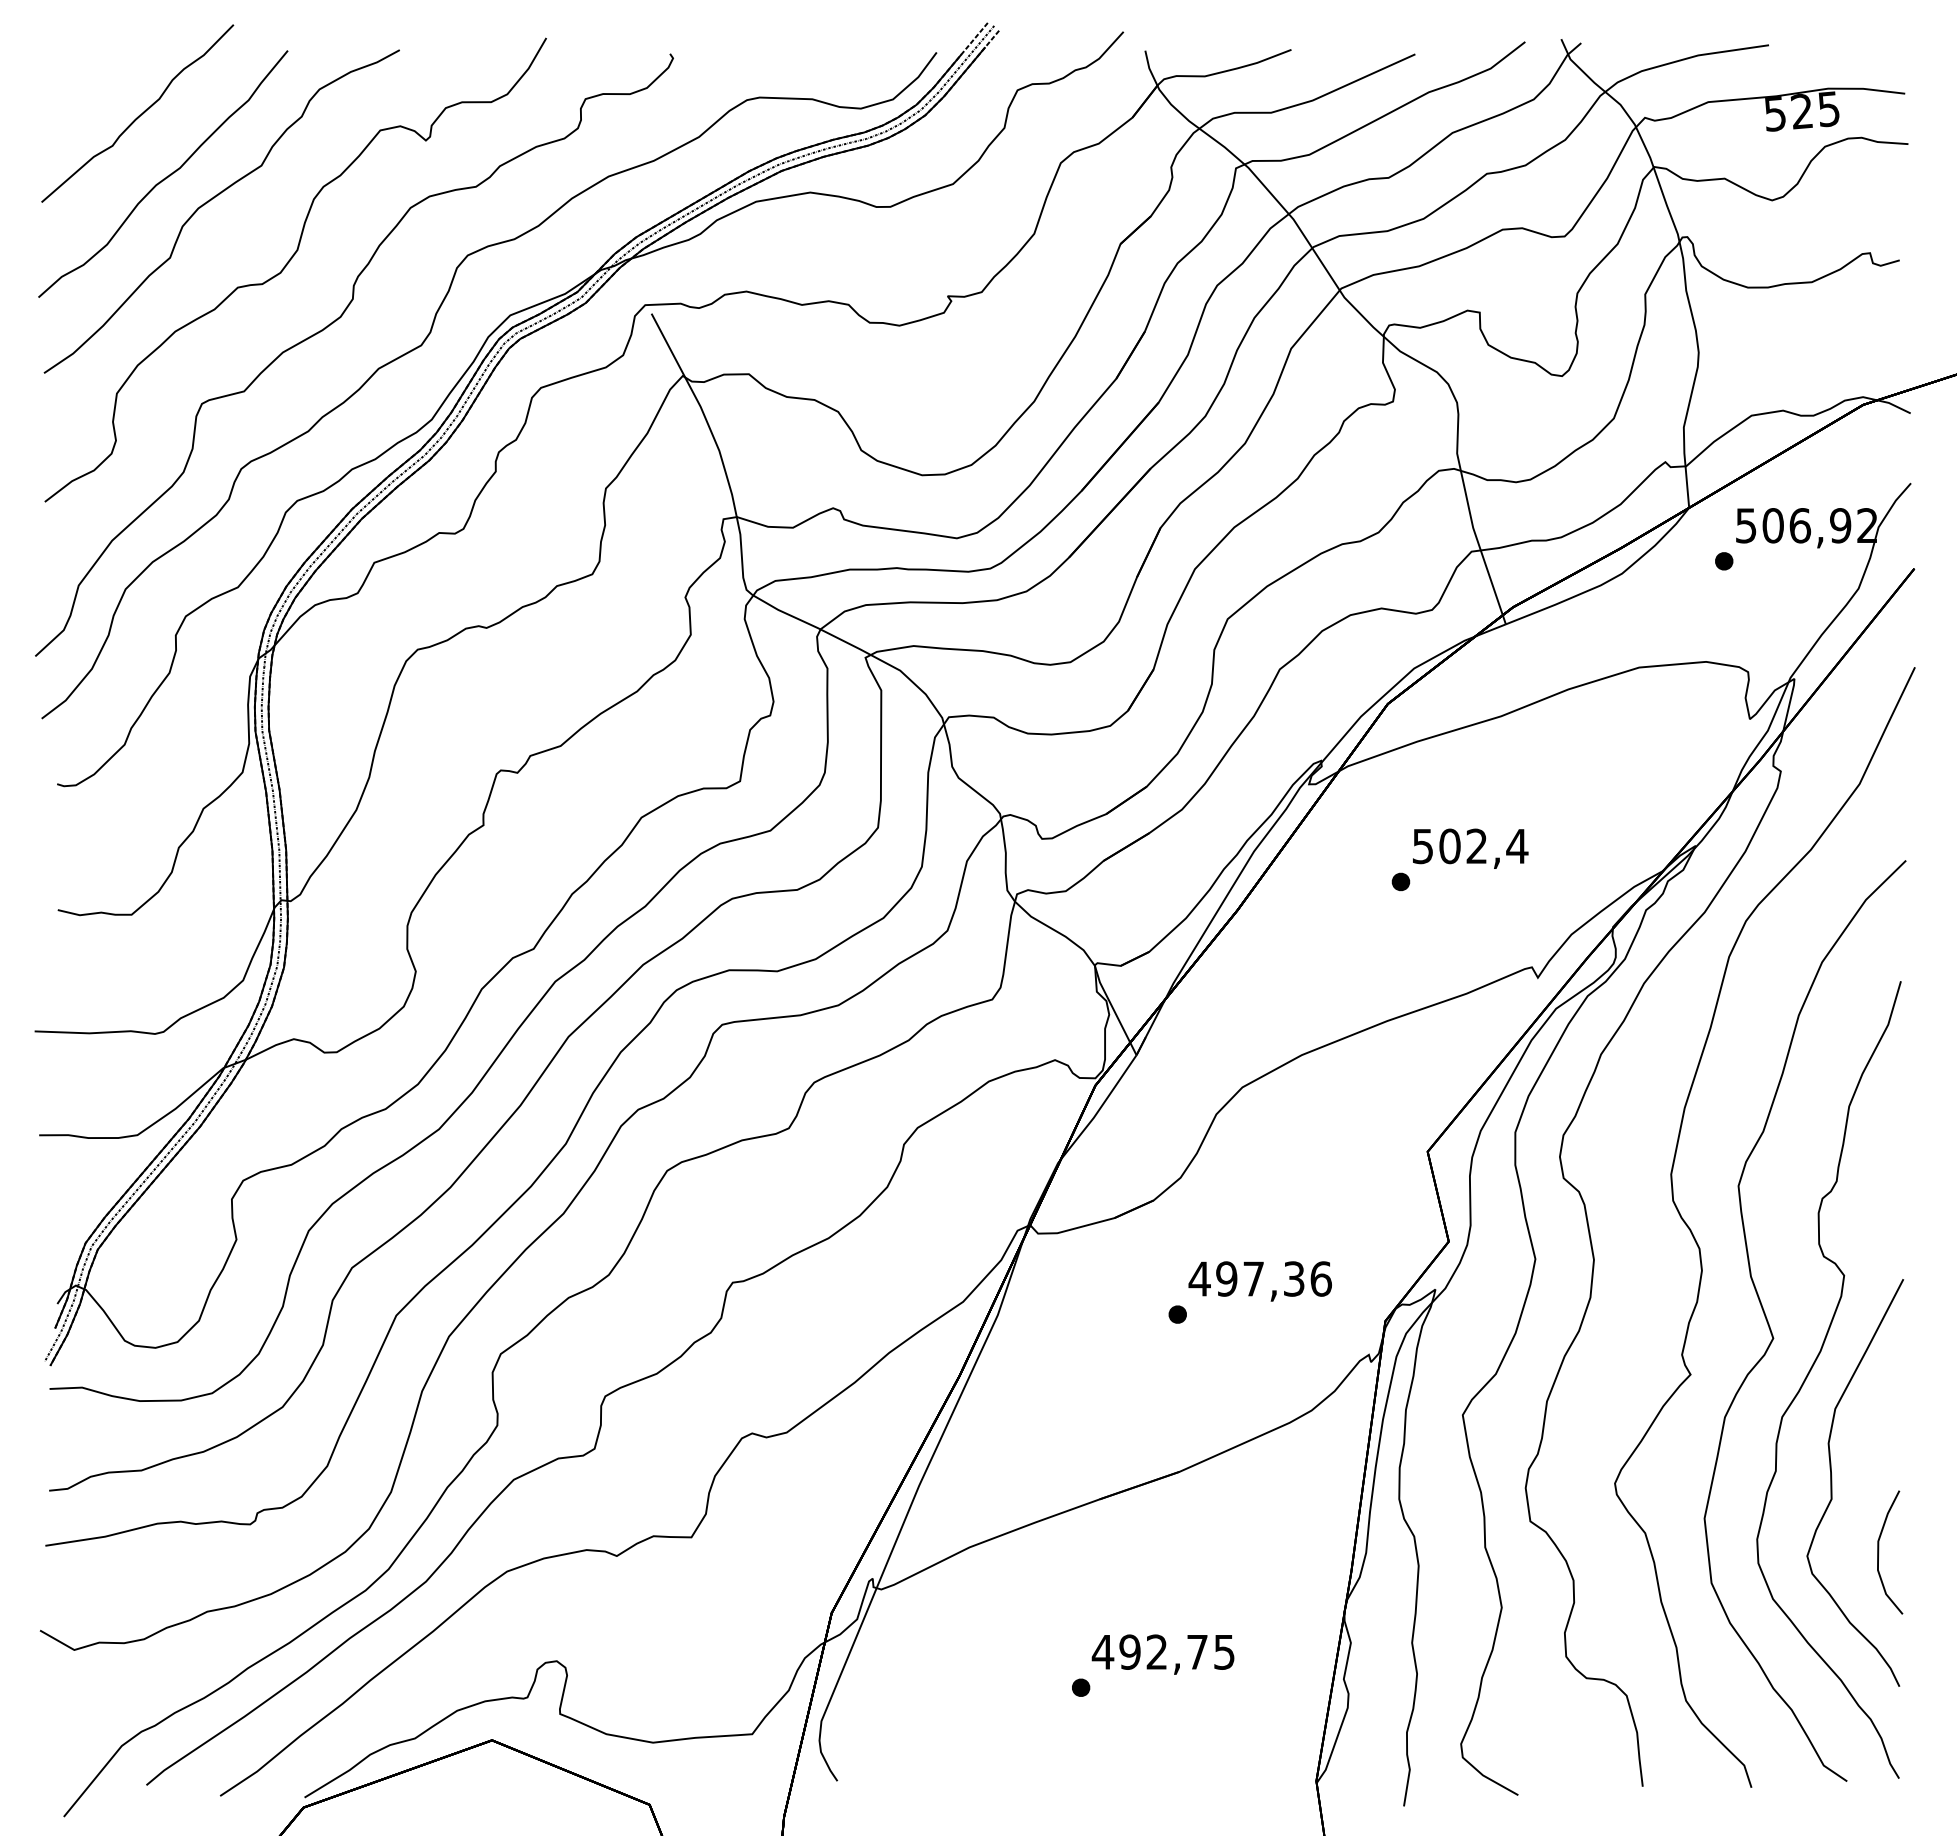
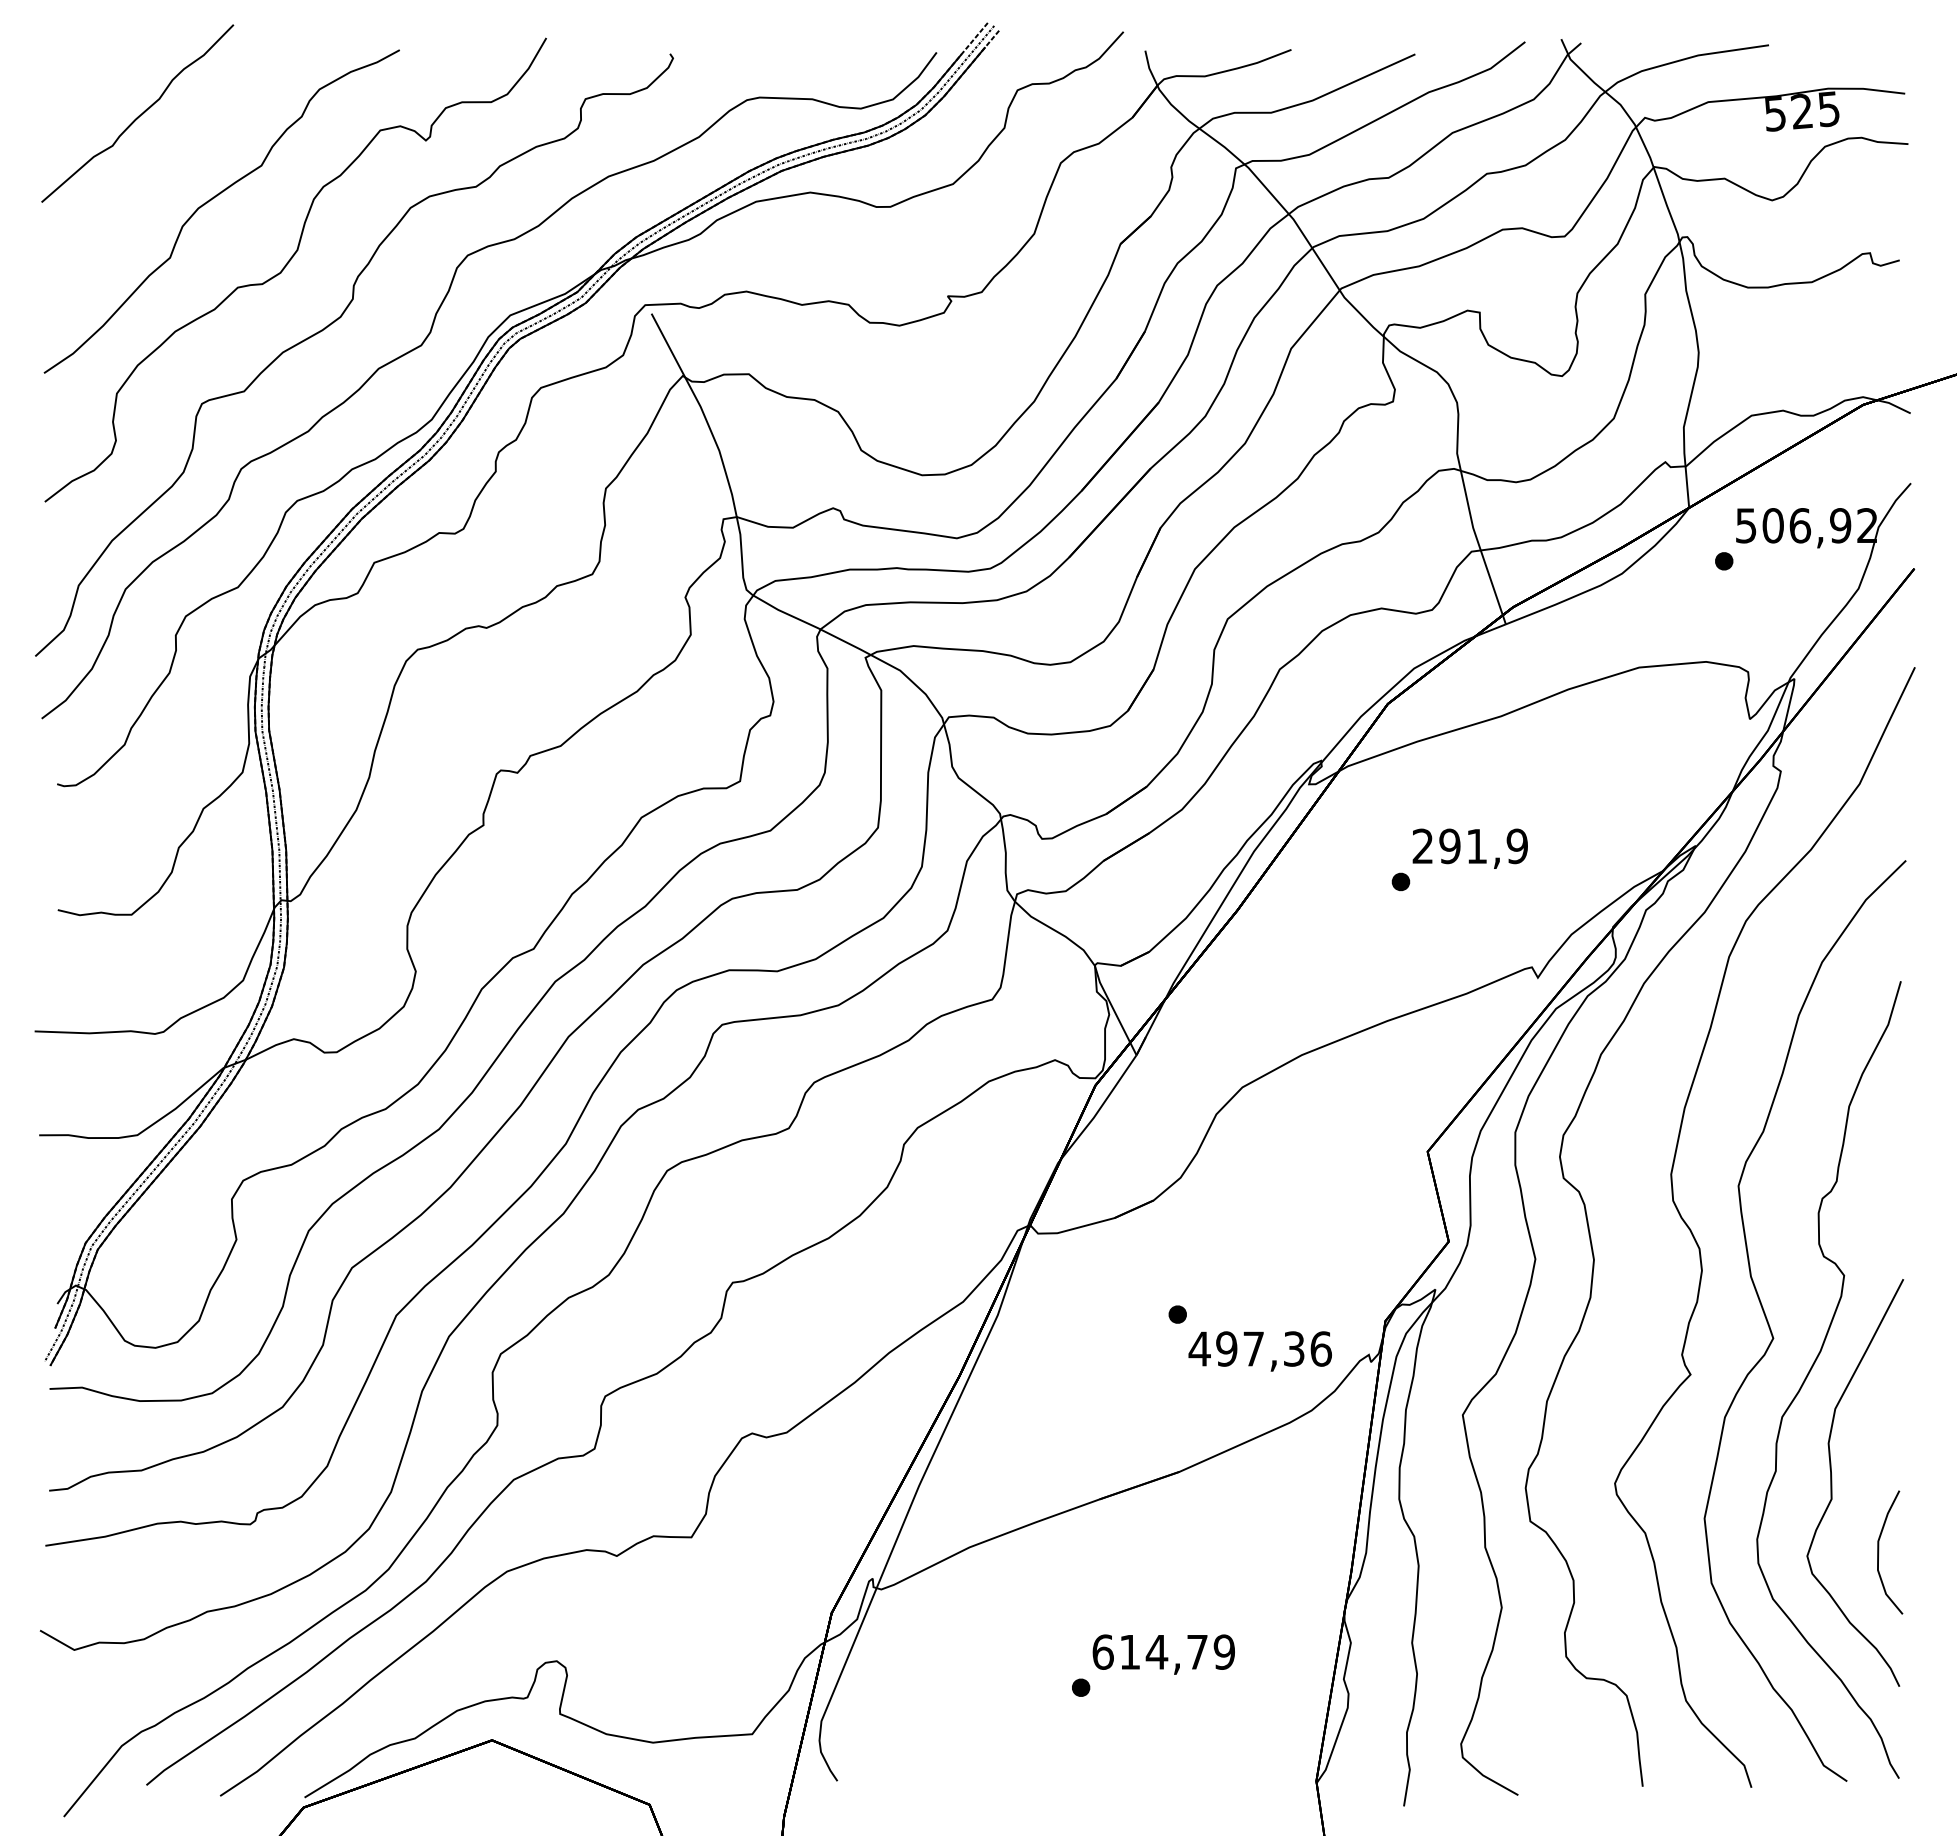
part at (163, 173): present -> none
text at (1470, 846): 502,4 -> 291,9
text at (1259, 1281) position: (1259, 1281) -> (1259, 1351)
text at (1162, 1651): 492,75 -> 614,79
